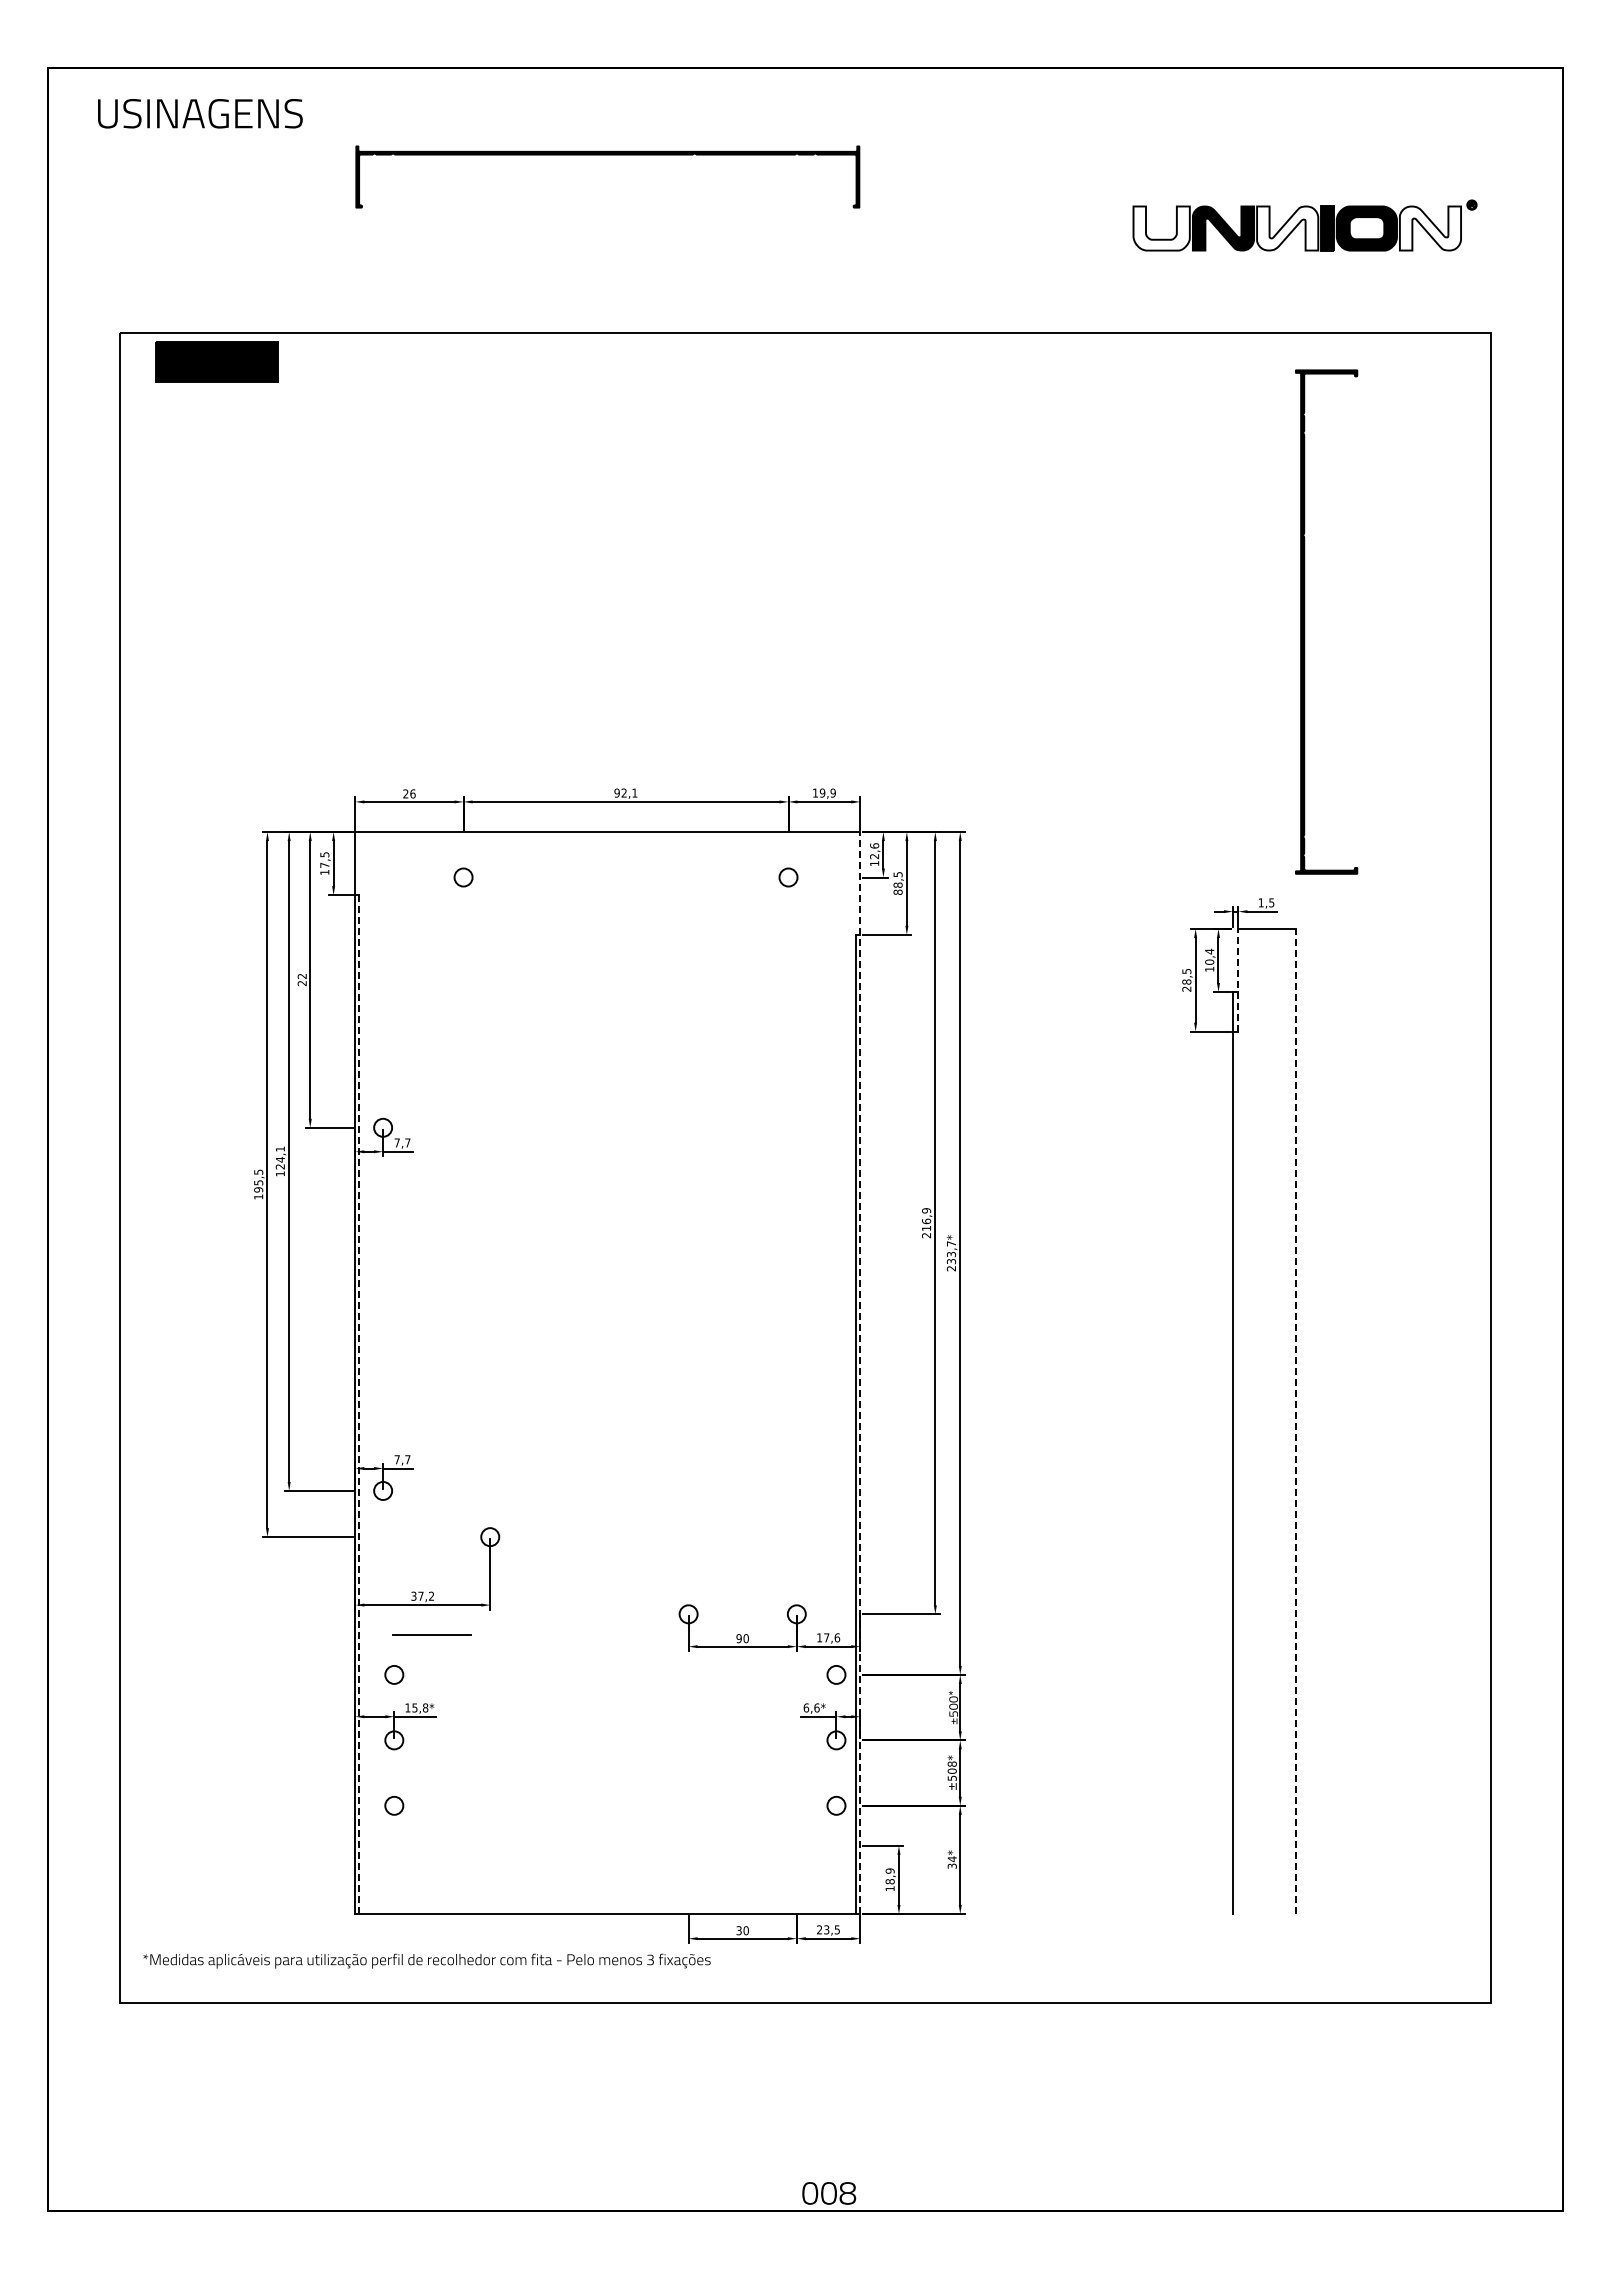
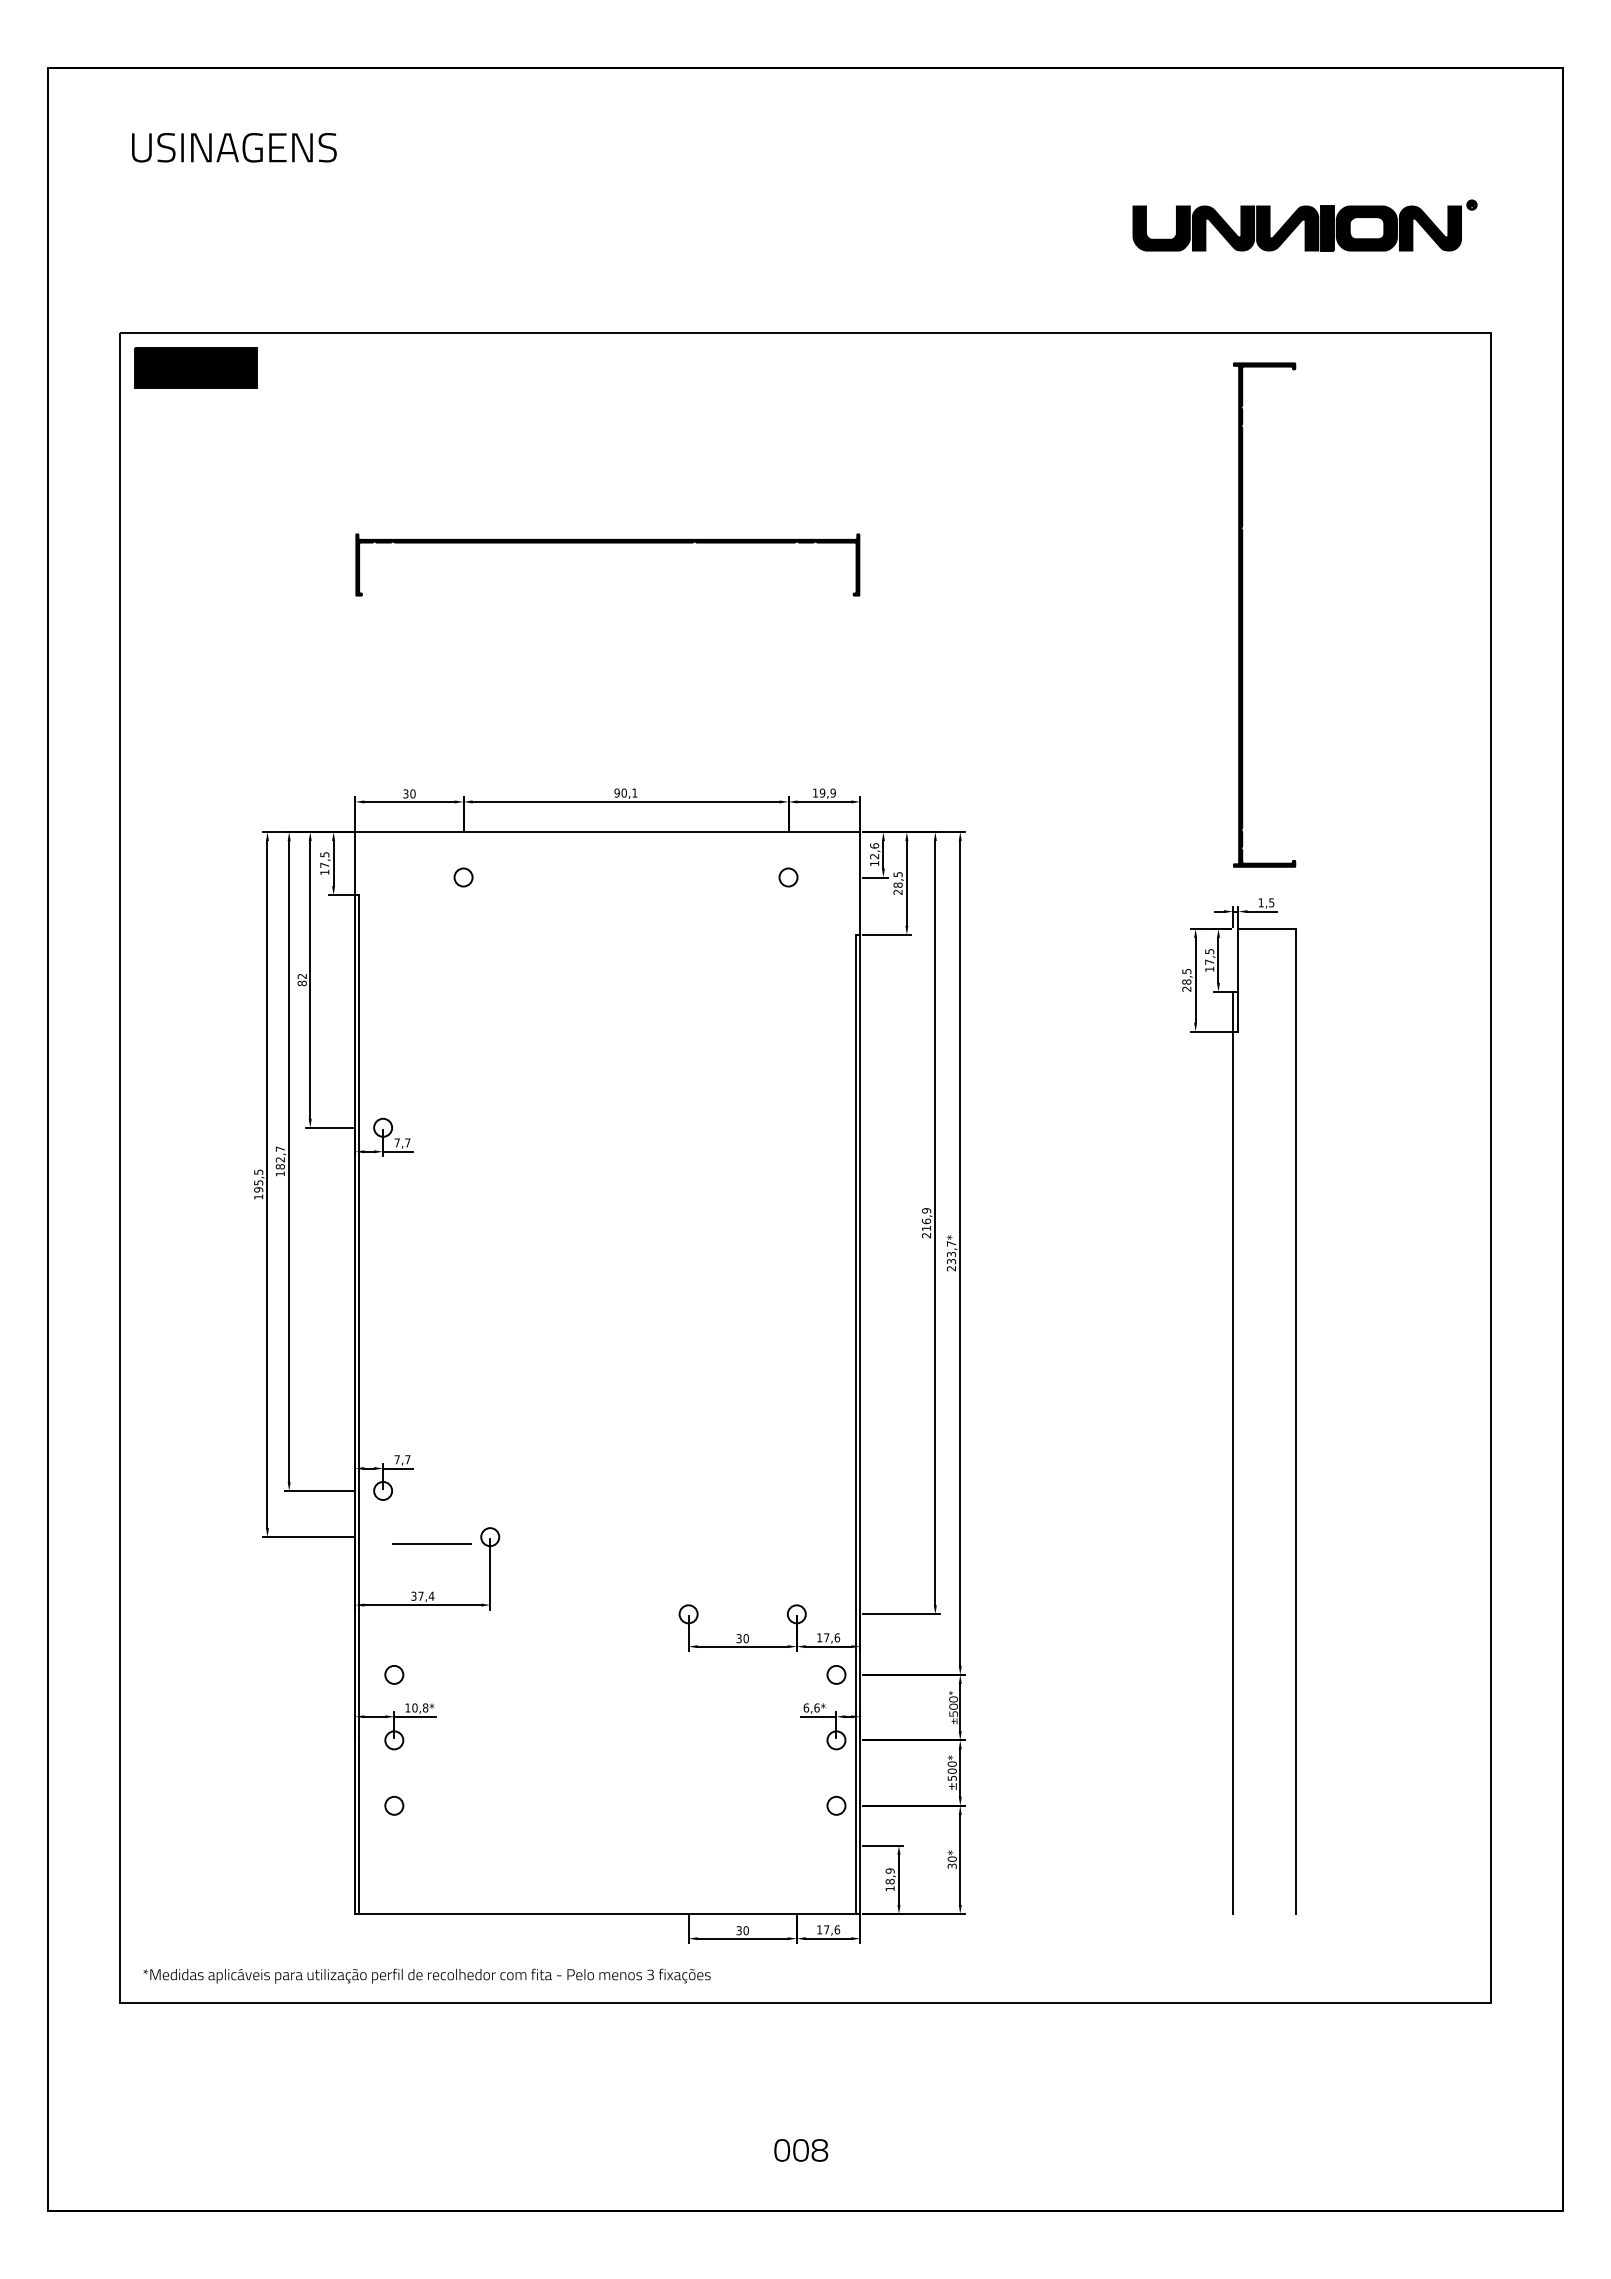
text at (200, 113) position: (200, 113) -> (234, 147)
part at (607, 155) position: (607, 155) -> (607, 543)
fill at (1161, 228): none -> present
fill at (1287, 228): none -> present
fill at (1430, 228): none -> present
part at (216, 361) position: (216, 361) -> (195, 367)
part at (1305, 621) position: (1305, 621) -> (1243, 614)
text at (623, 792): 92,1 -> 90,1
text at (409, 793): 26 -> 30
text at (897, 891): 88,5 -> 28,5
text at (1209, 956): 10,4 -> 17,5
line at (1238, 979): dashed -> solid
text at (301, 983): 22 -> 82
text at (279, 1157): 124,1 -> 182,7
line at (860, 1373): dashed -> solid
line at (359, 1405): dashed -> solid
line at (1296, 1421): dashed -> solid
text at (431, 1595): 37,2 -> 37,4
line at (431, 1634) position: (431, 1634) -> (431, 1543)
text at (738, 1638): 90 -> 30
text at (414, 1707): 15,8* -> 10,8*
text at (952, 1763): ±508* -> ±500*
text at (951, 1859): 34* -> 30*
text at (828, 1929): 23,5 -> 17,6
text at (426, 1960) position: (426, 1960) -> (426, 1975)
text at (829, 2193) position: (829, 2193) -> (801, 2150)
